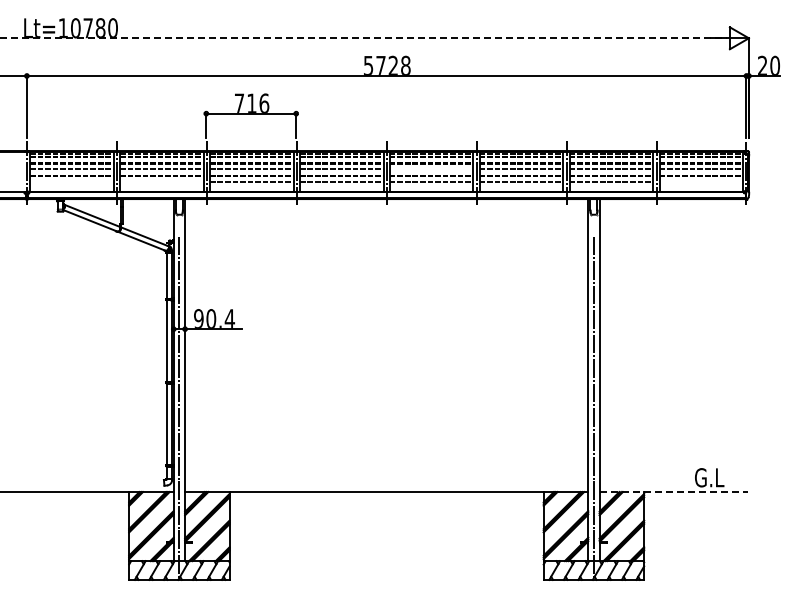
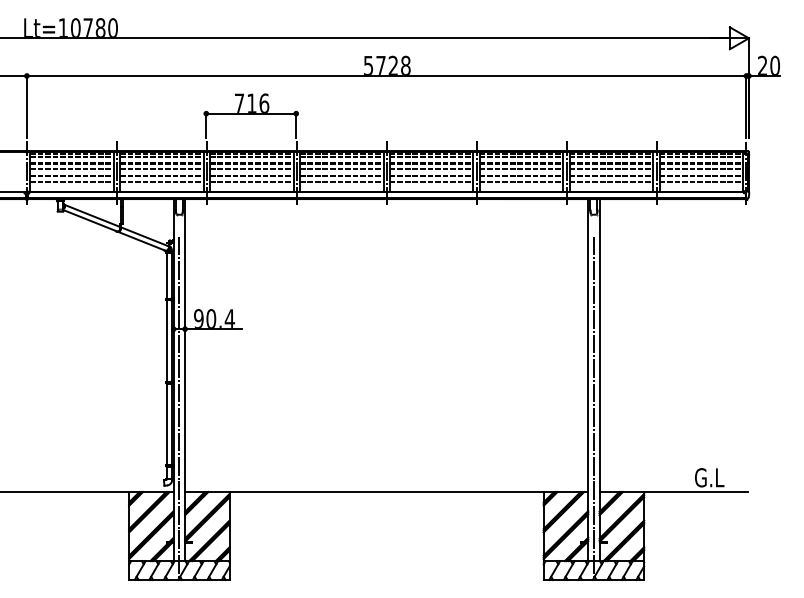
line at (364, 38): dashed -> solid
line at (431, 169): none -> present
line at (71, 181): none -> present
line at (161, 181): none -> present
line at (701, 181): none -> present
line at (674, 492): dashed -> solid
